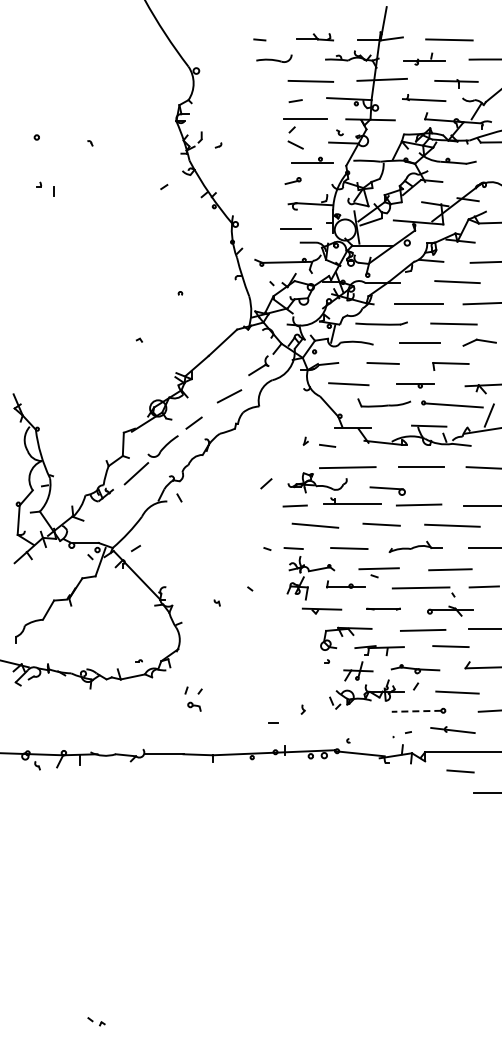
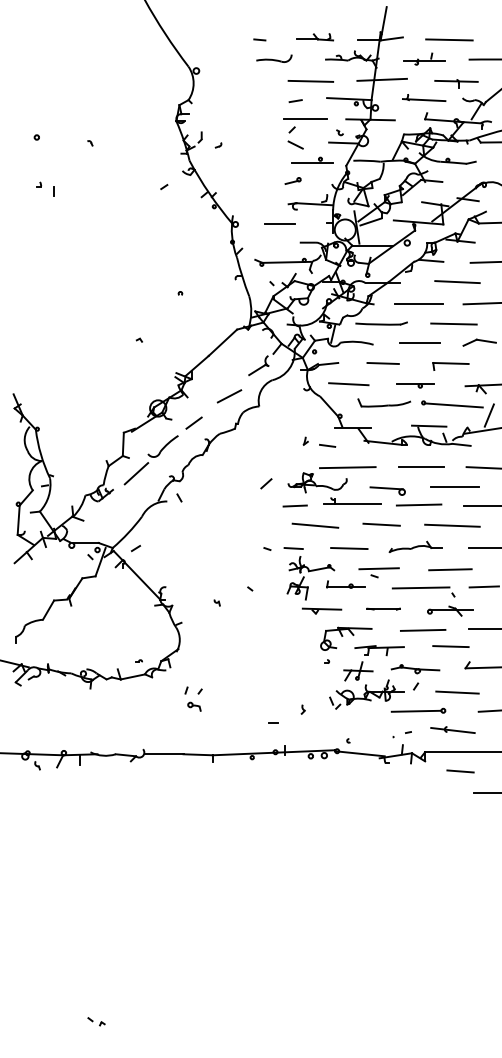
line at (295, 228) position: (295, 228) -> (279, 223)
line at (454, 487): none -> present
line at (416, 711): dashed -> solid
